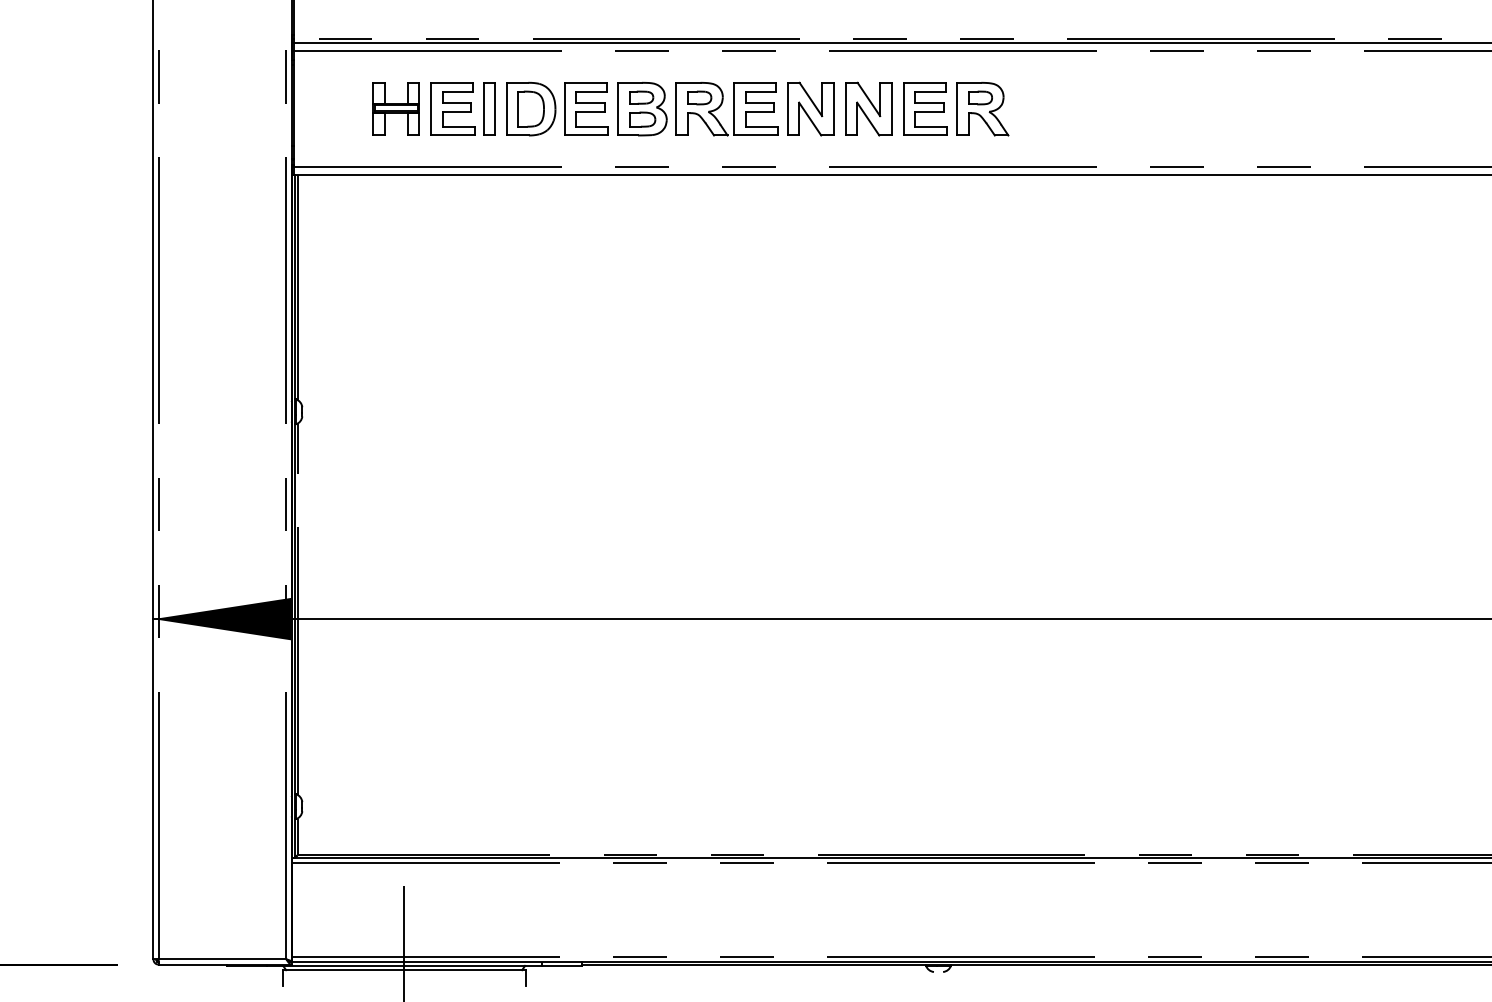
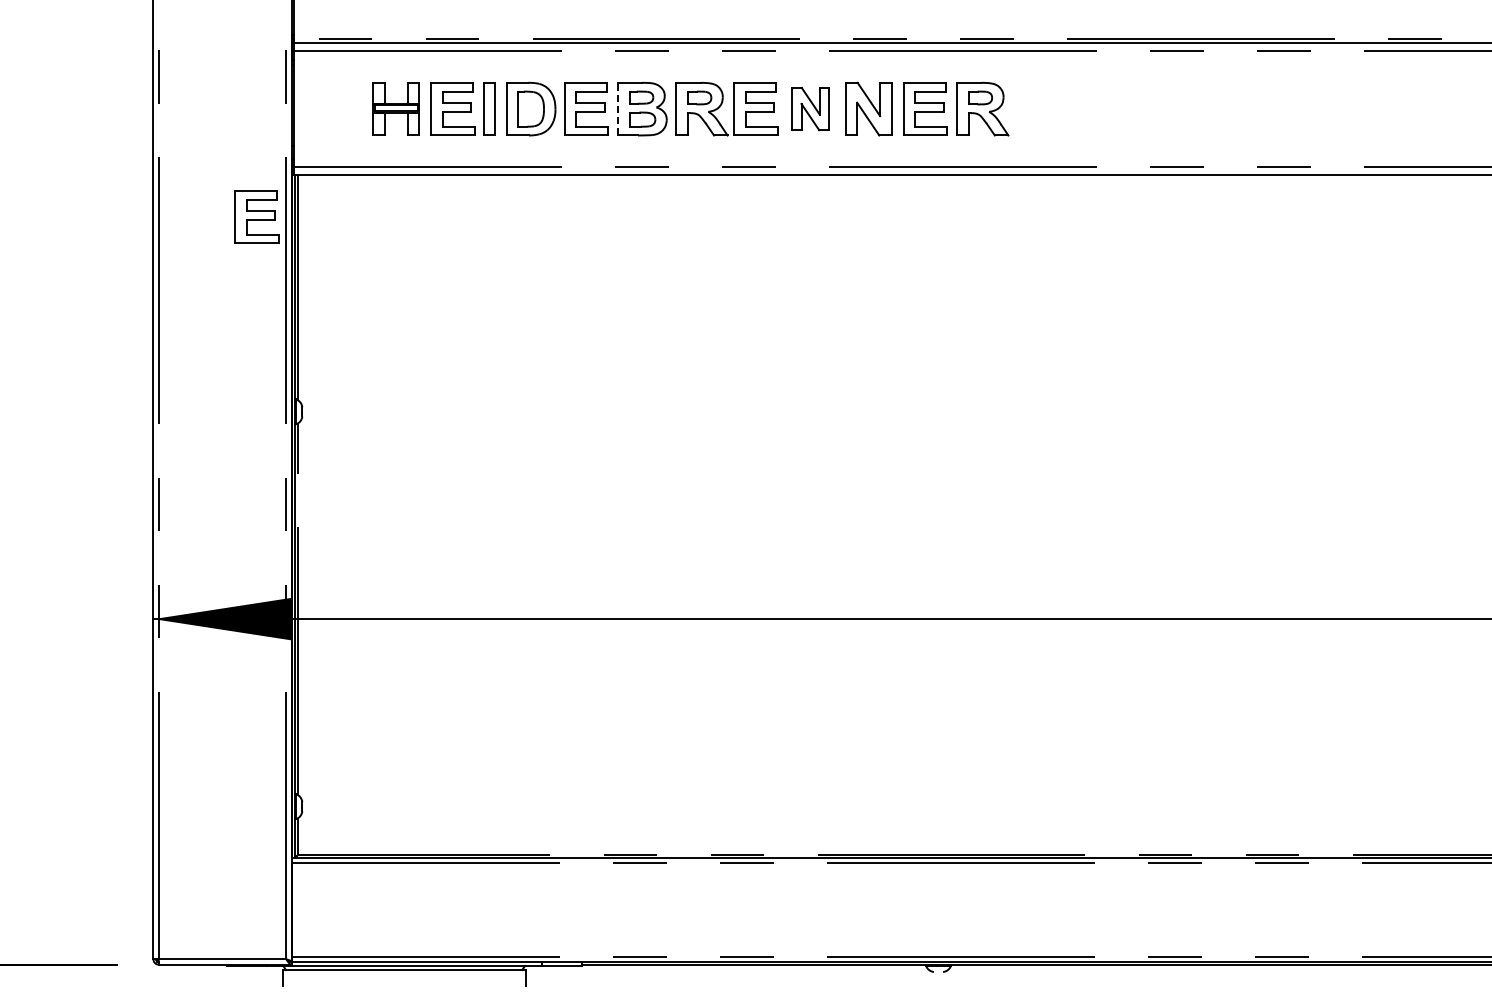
line at (618, 108): solid -> dashed
part at (810, 108) size: 48x56 px -> 39x45 px
part at (256, 216): none -> present
line at (404, 941): present -> none
